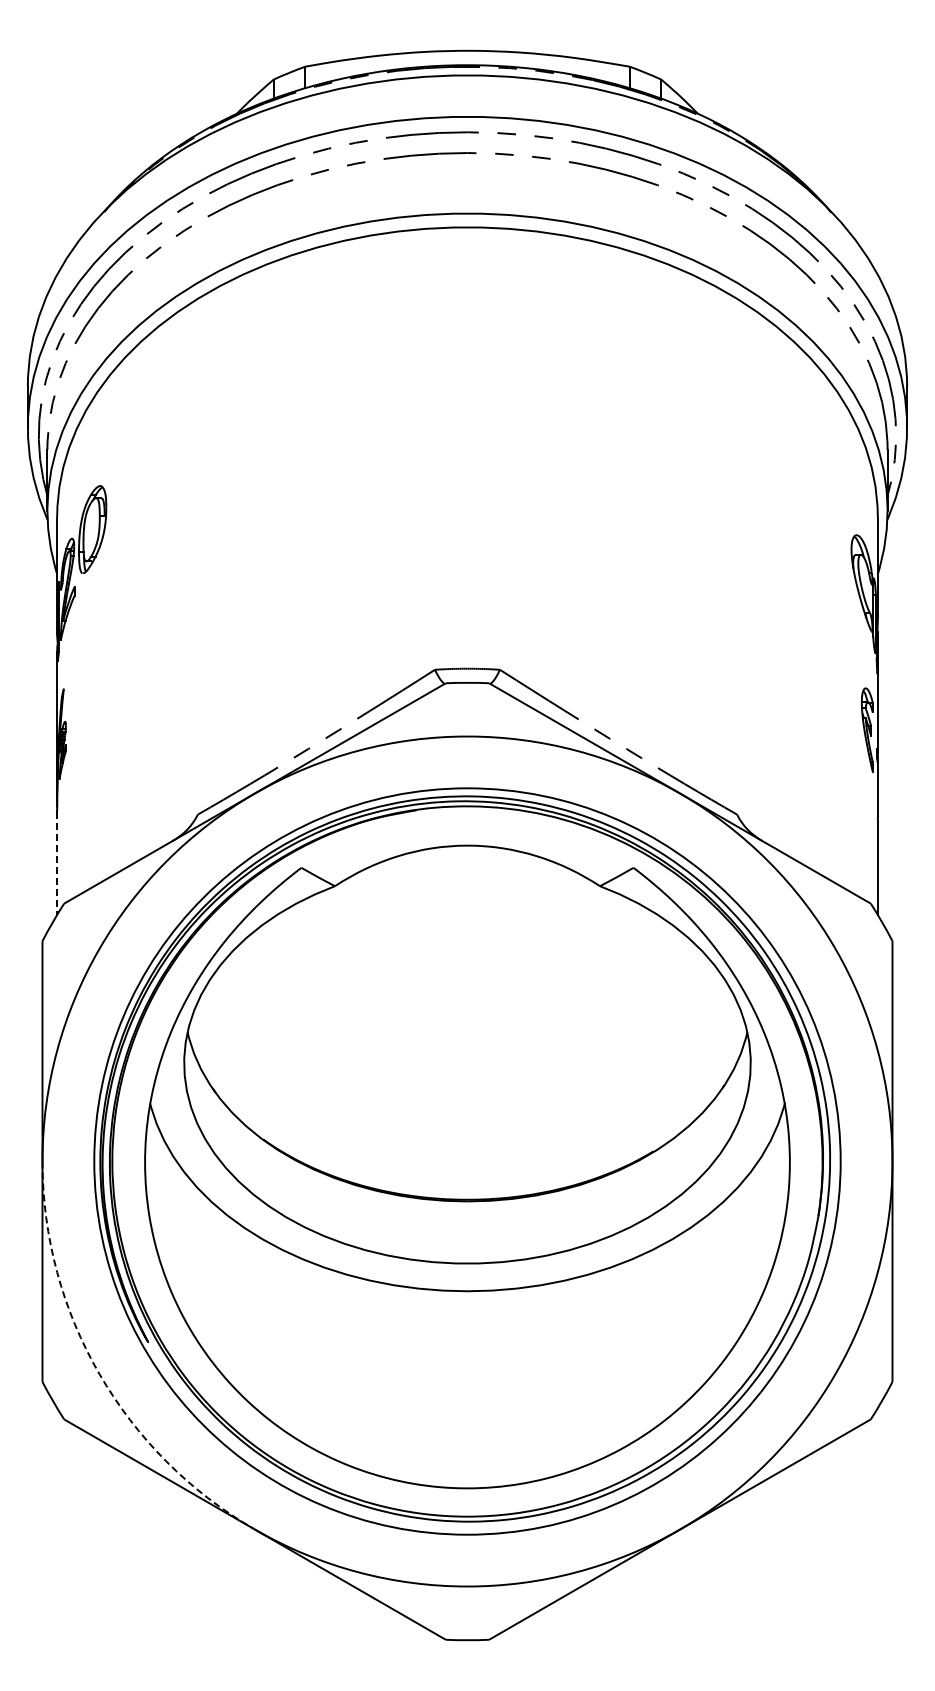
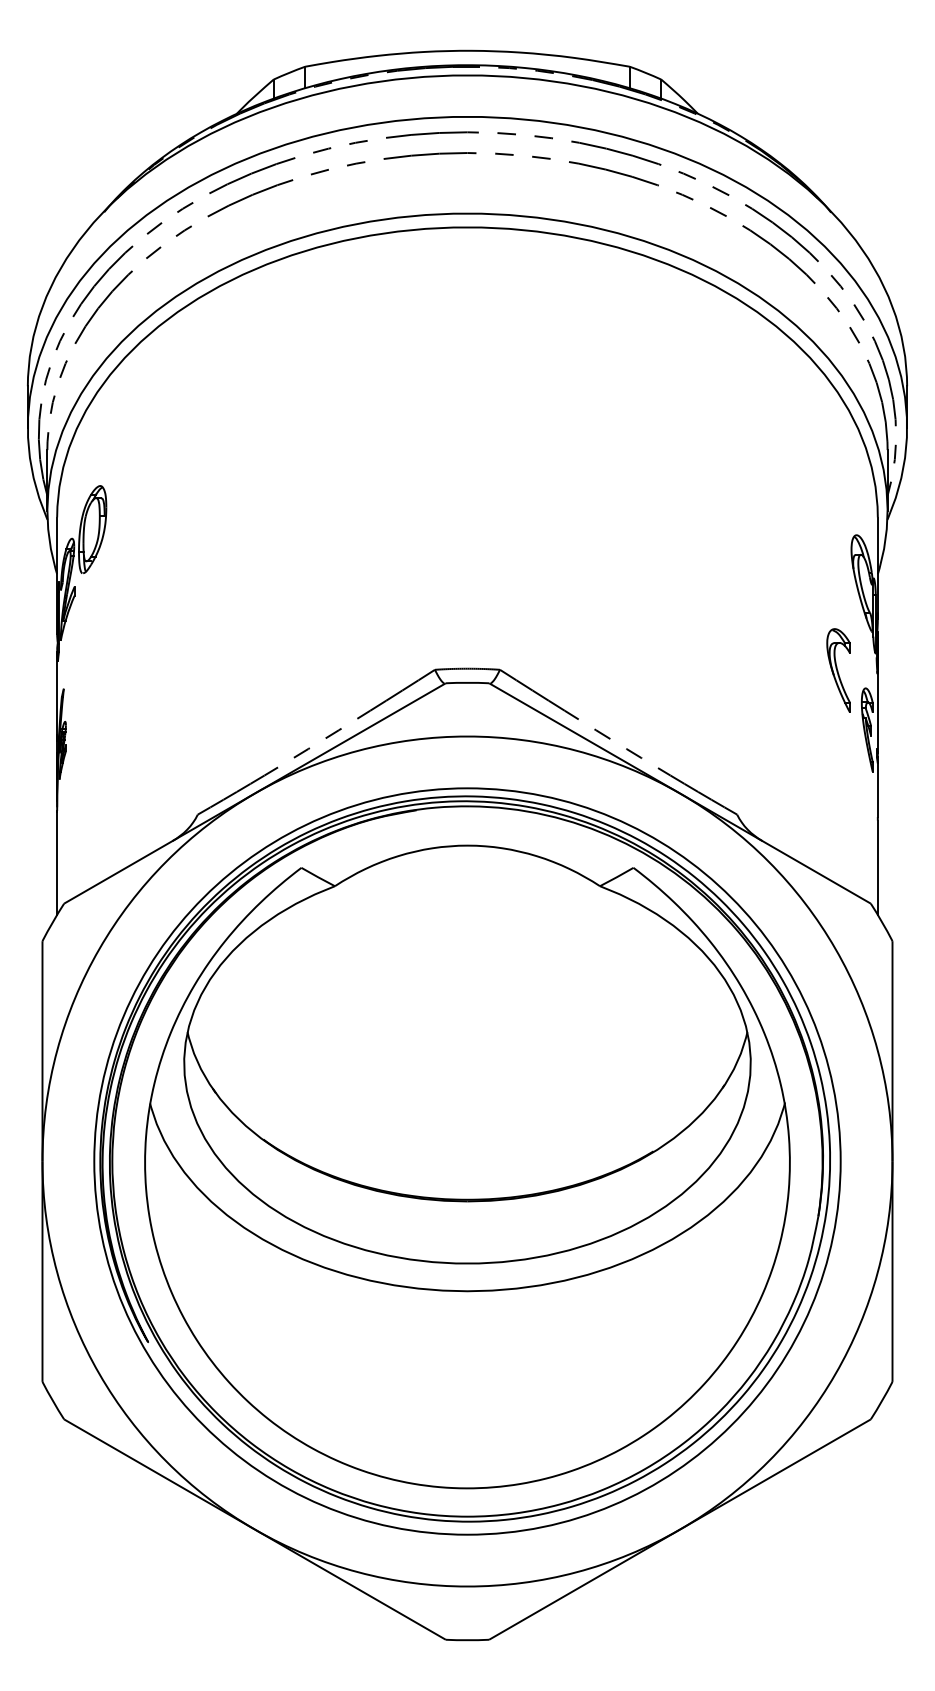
part at (838, 670): none -> present
line at (57, 863): dashed -> solid
arc at (99, 1374): dashed -> solid
